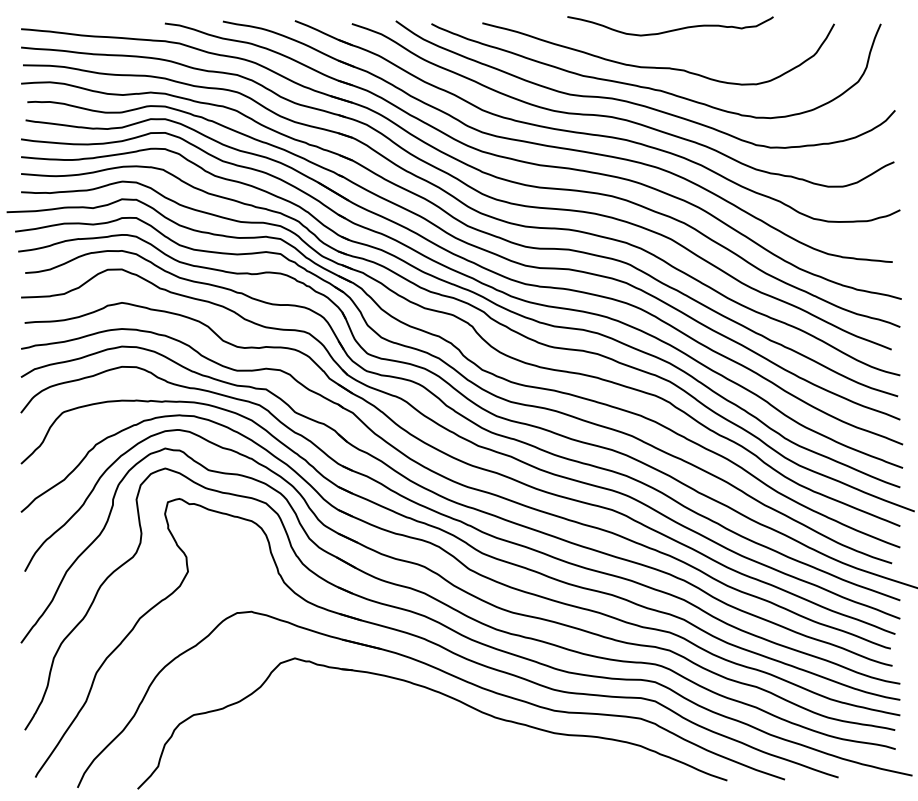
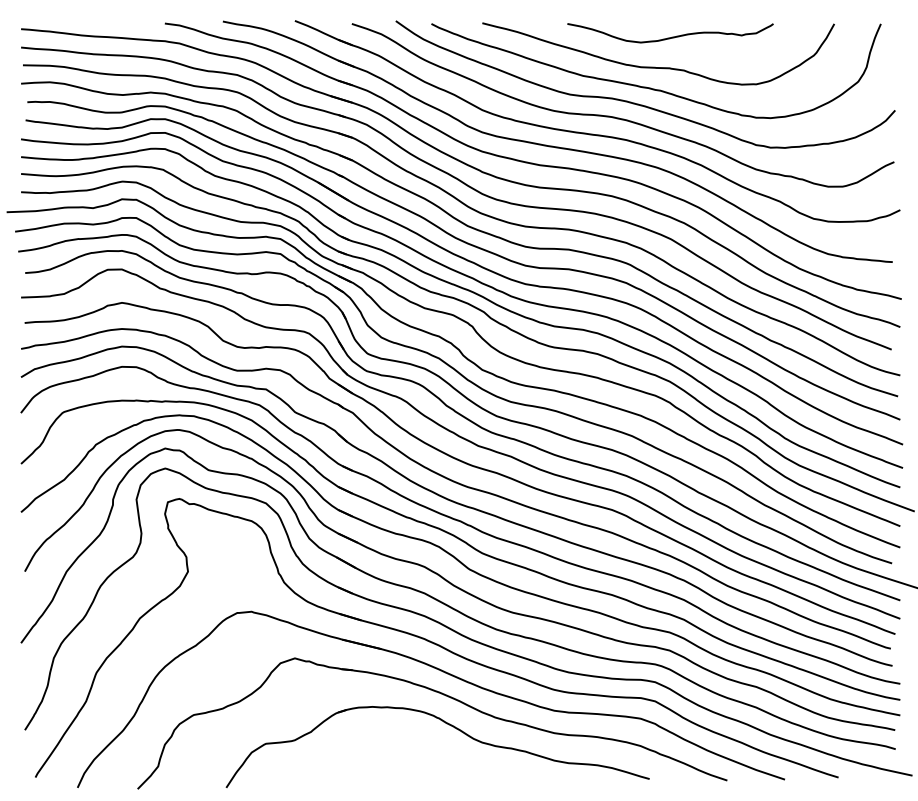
curve at (672, 29) position: (672, 29) -> (672, 36)
part at (447, 724): none -> present
